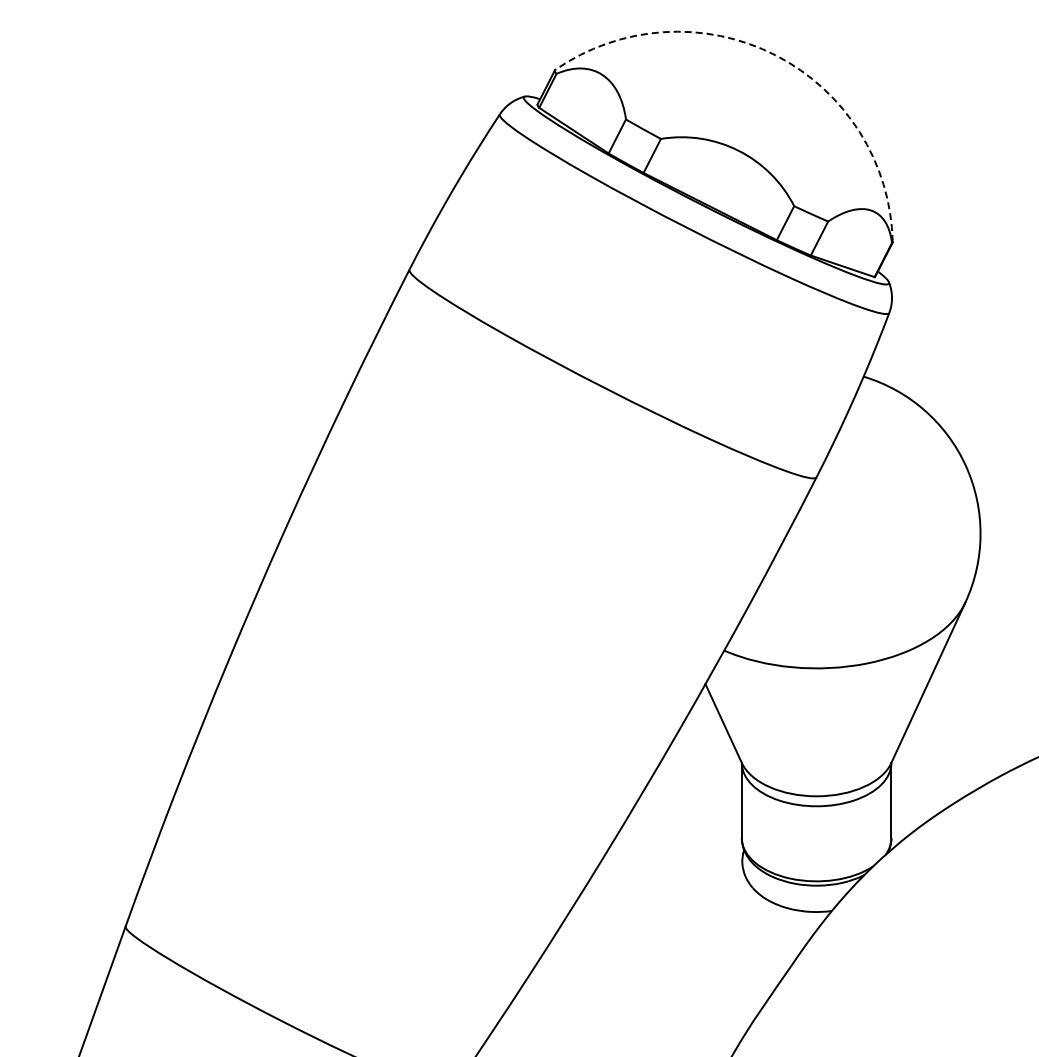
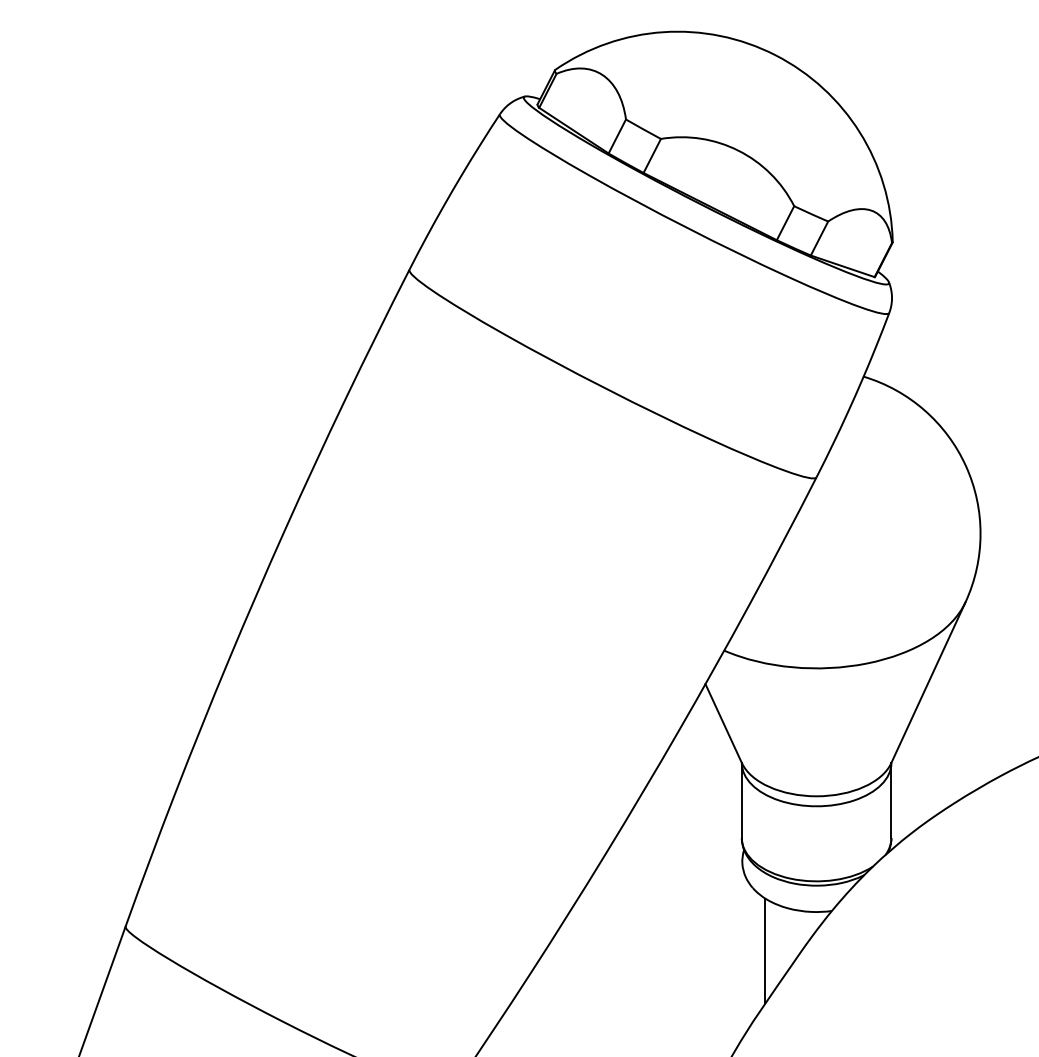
arc at (775, 55): dashed -> solid
line at (765, 950): none -> present
